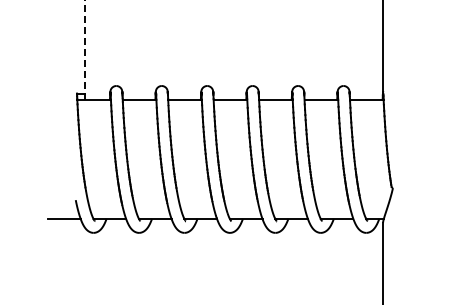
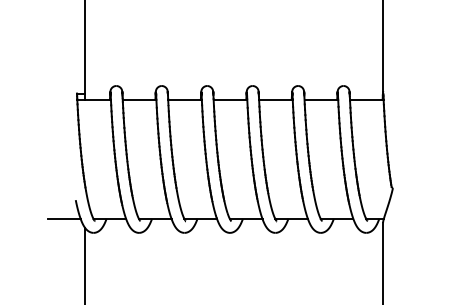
line at (85, 49): dashed -> solid
line at (85, 264): none -> present
